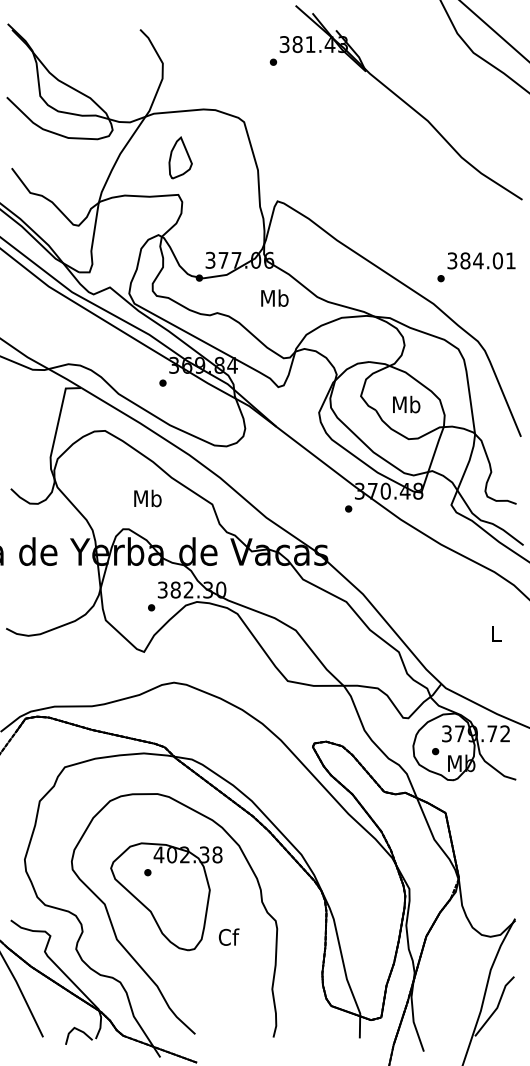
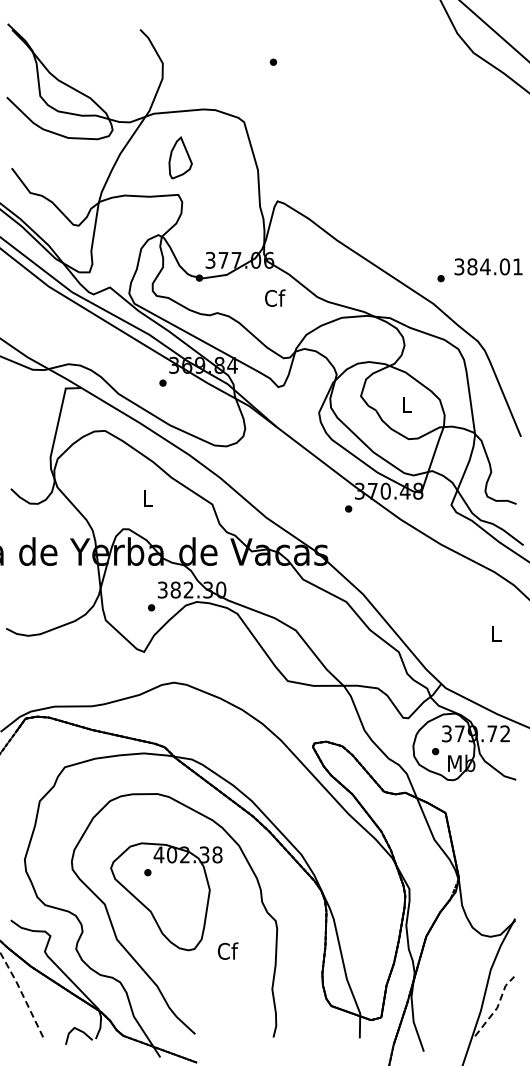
part at (400, 102): present -> none
text at (481, 260) position: (481, 260) -> (488, 266)
text at (274, 297): Mb -> Cf
text at (406, 404): Mb -> L
text at (147, 498): Mb -> L
text at (228, 936) position: (228, 936) -> (227, 950)
line at (21, 993): solid -> dashed
line at (497, 1007): solid -> dashed
